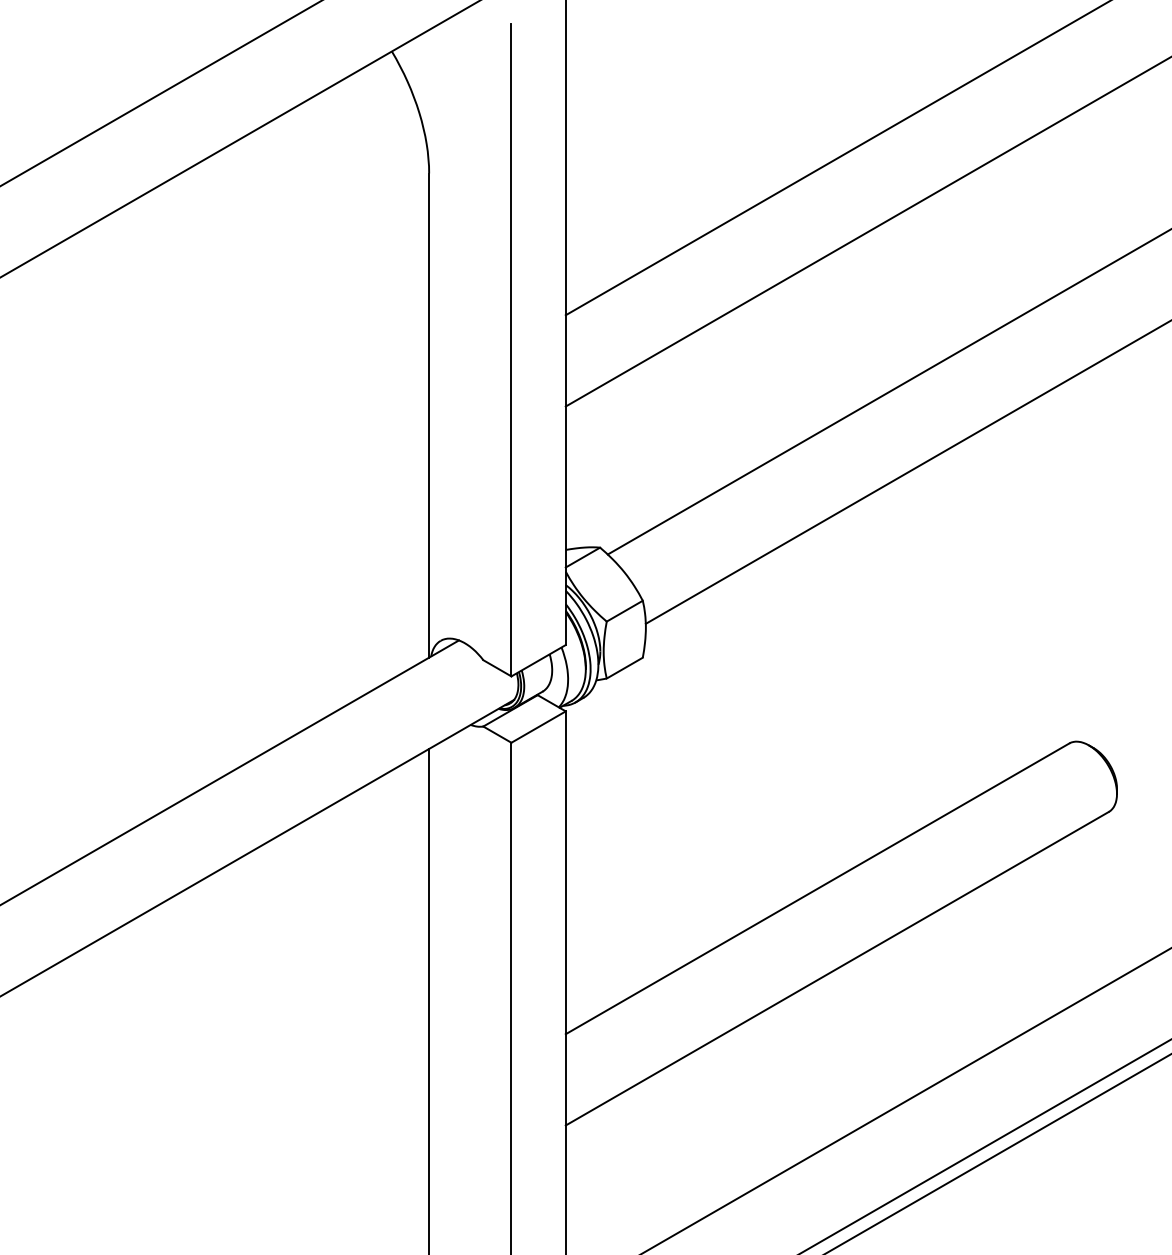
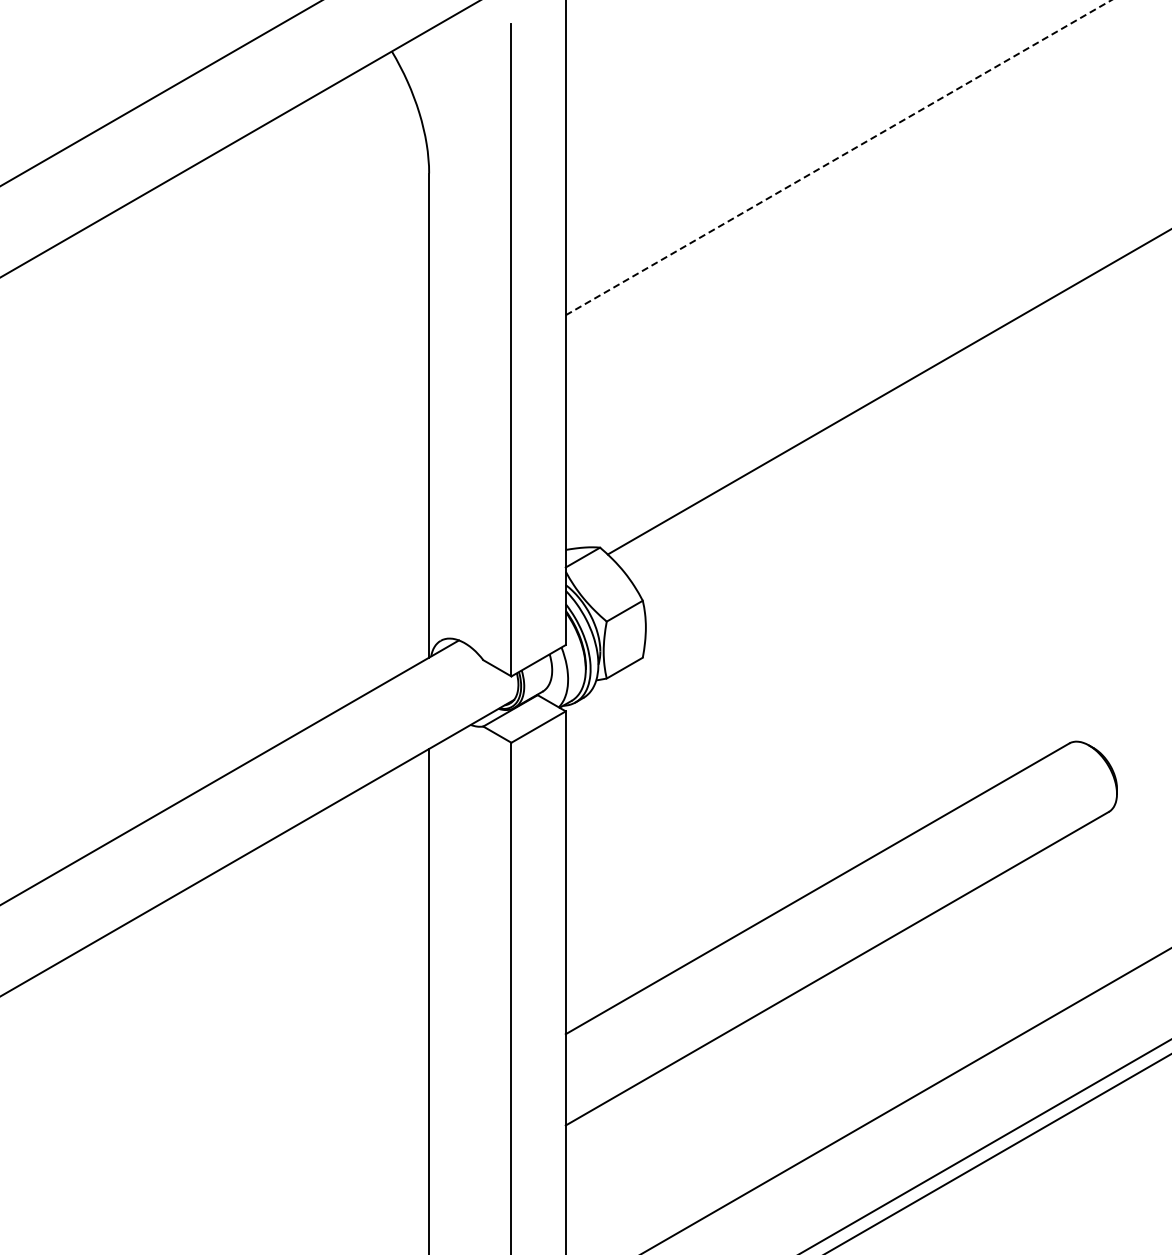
line at (838, 157): solid -> dashed
line at (866, 232): present -> none
line at (906, 472): present -> none
